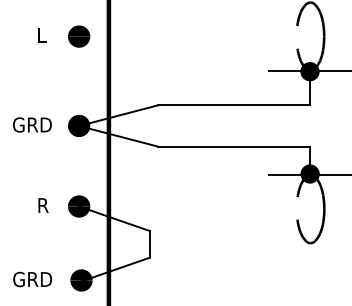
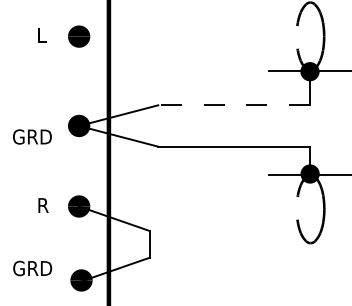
line at (234, 105): solid -> dashed
text at (32, 124) position: (32, 124) -> (32, 136)
text at (32, 279) position: (32, 279) -> (32, 268)
